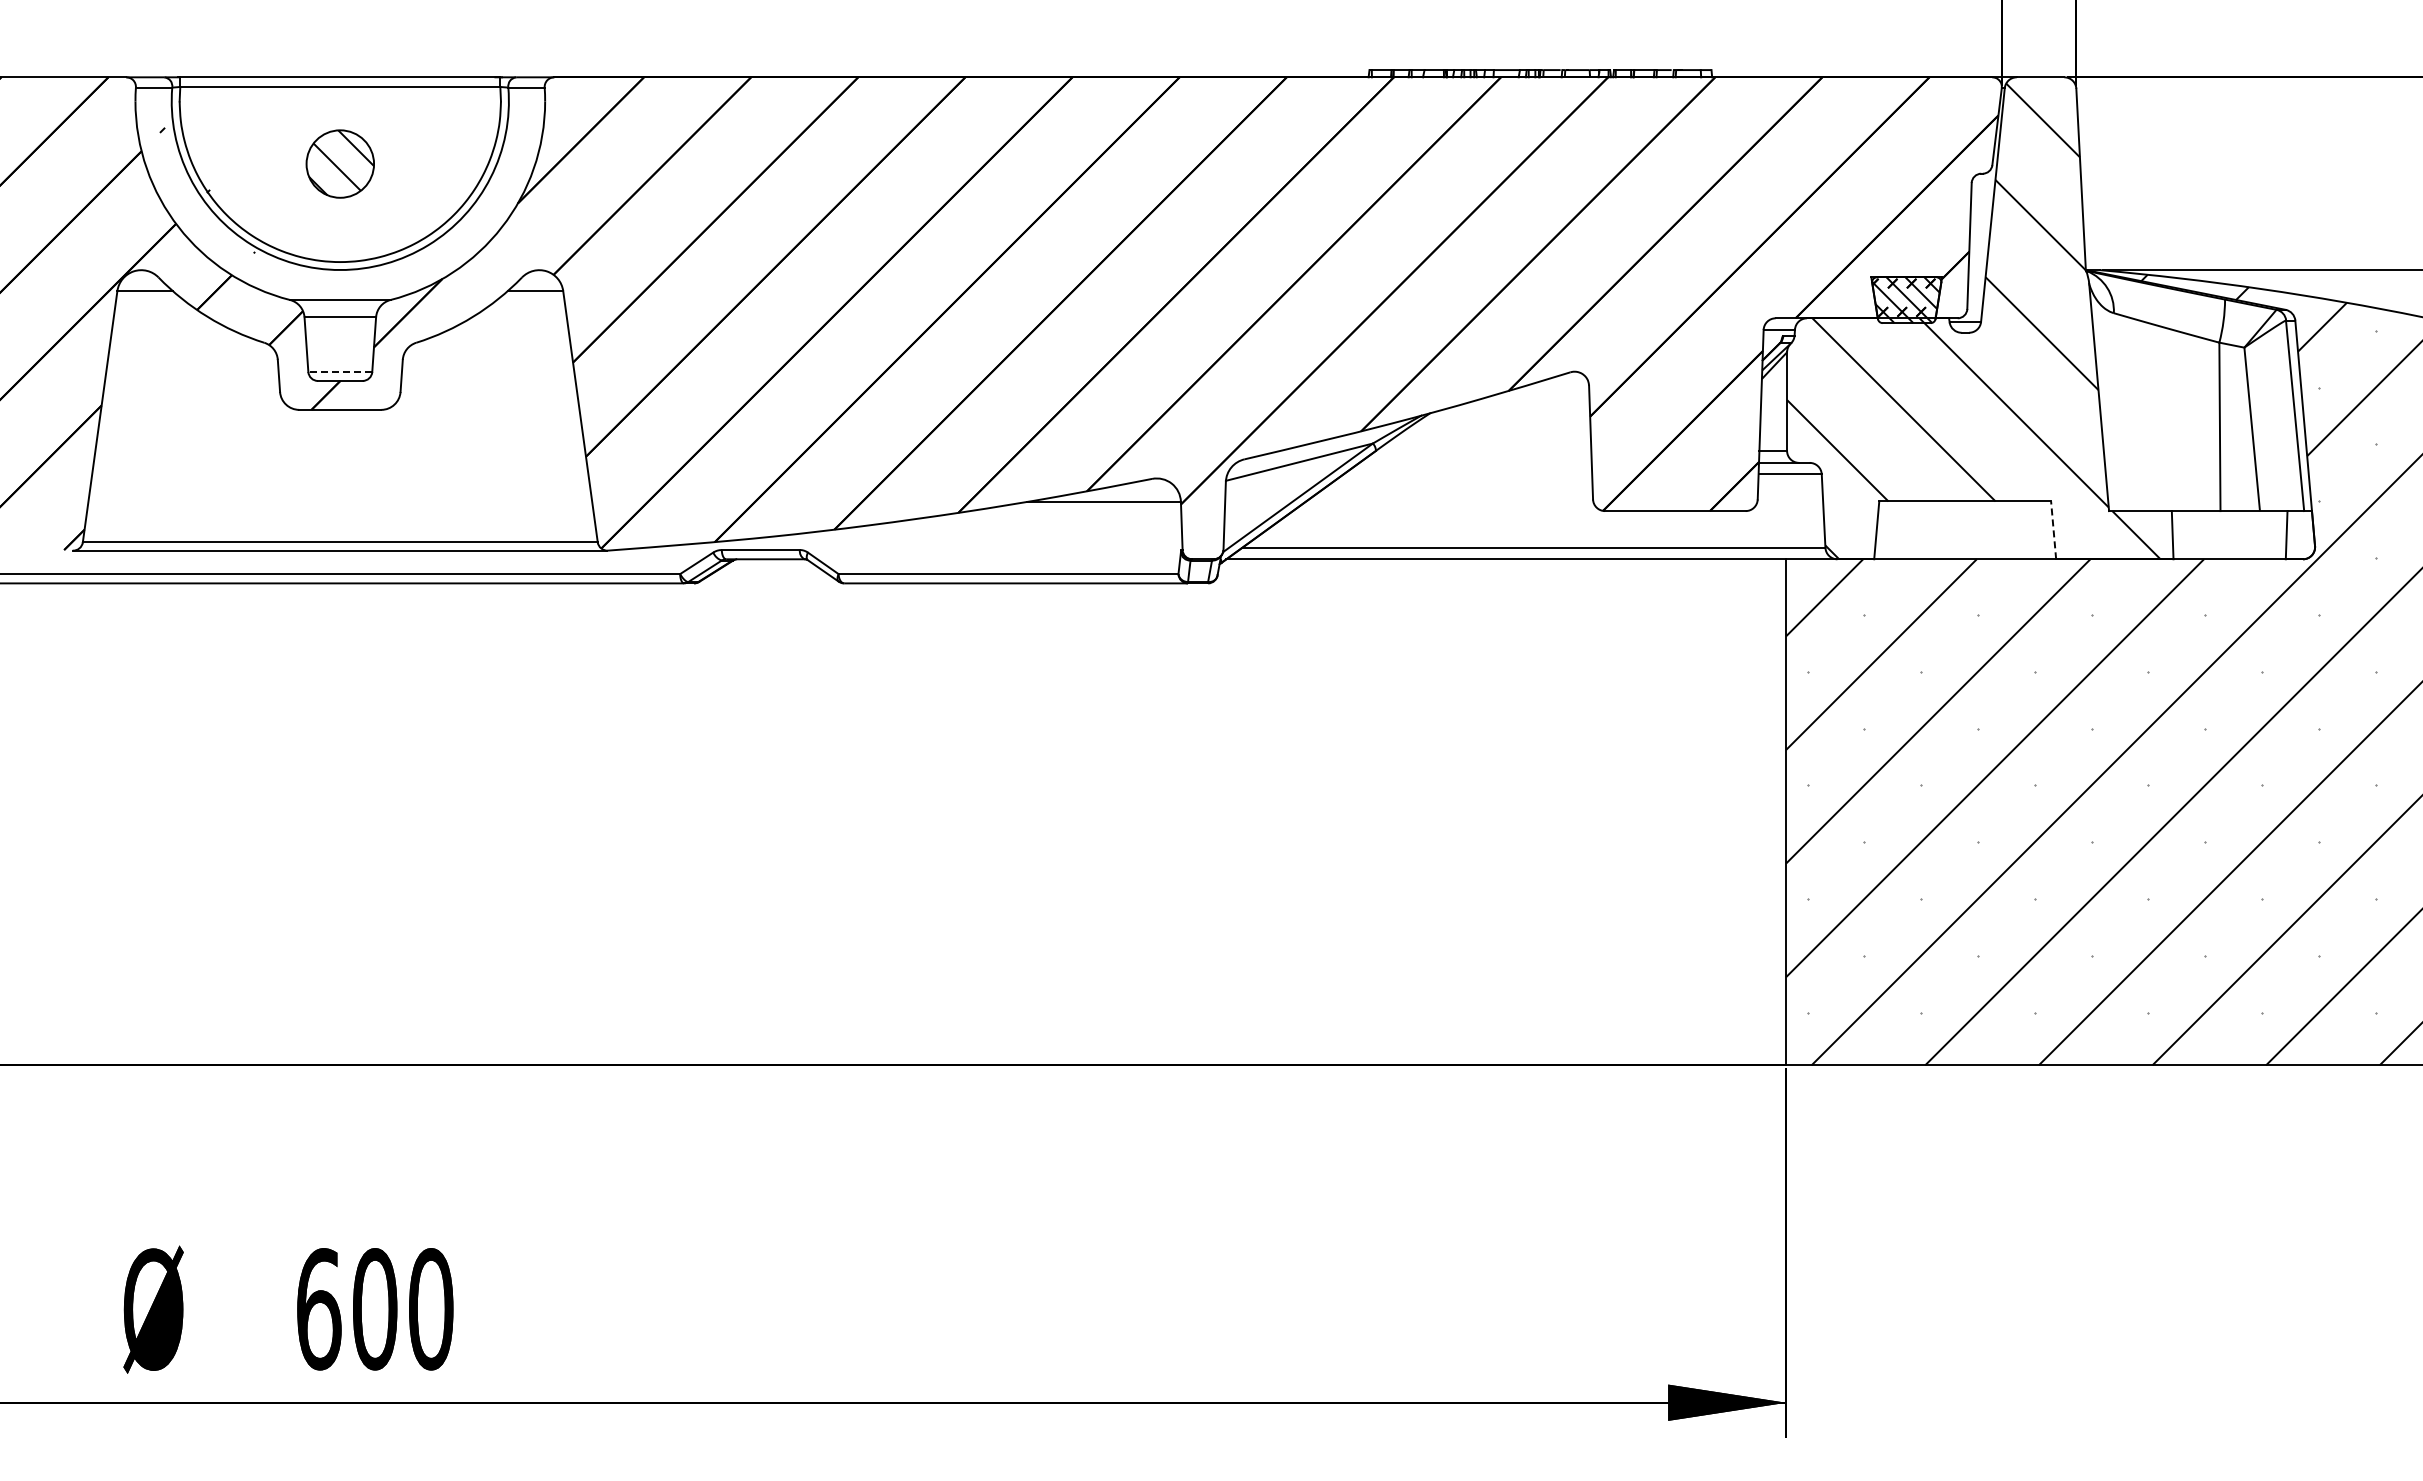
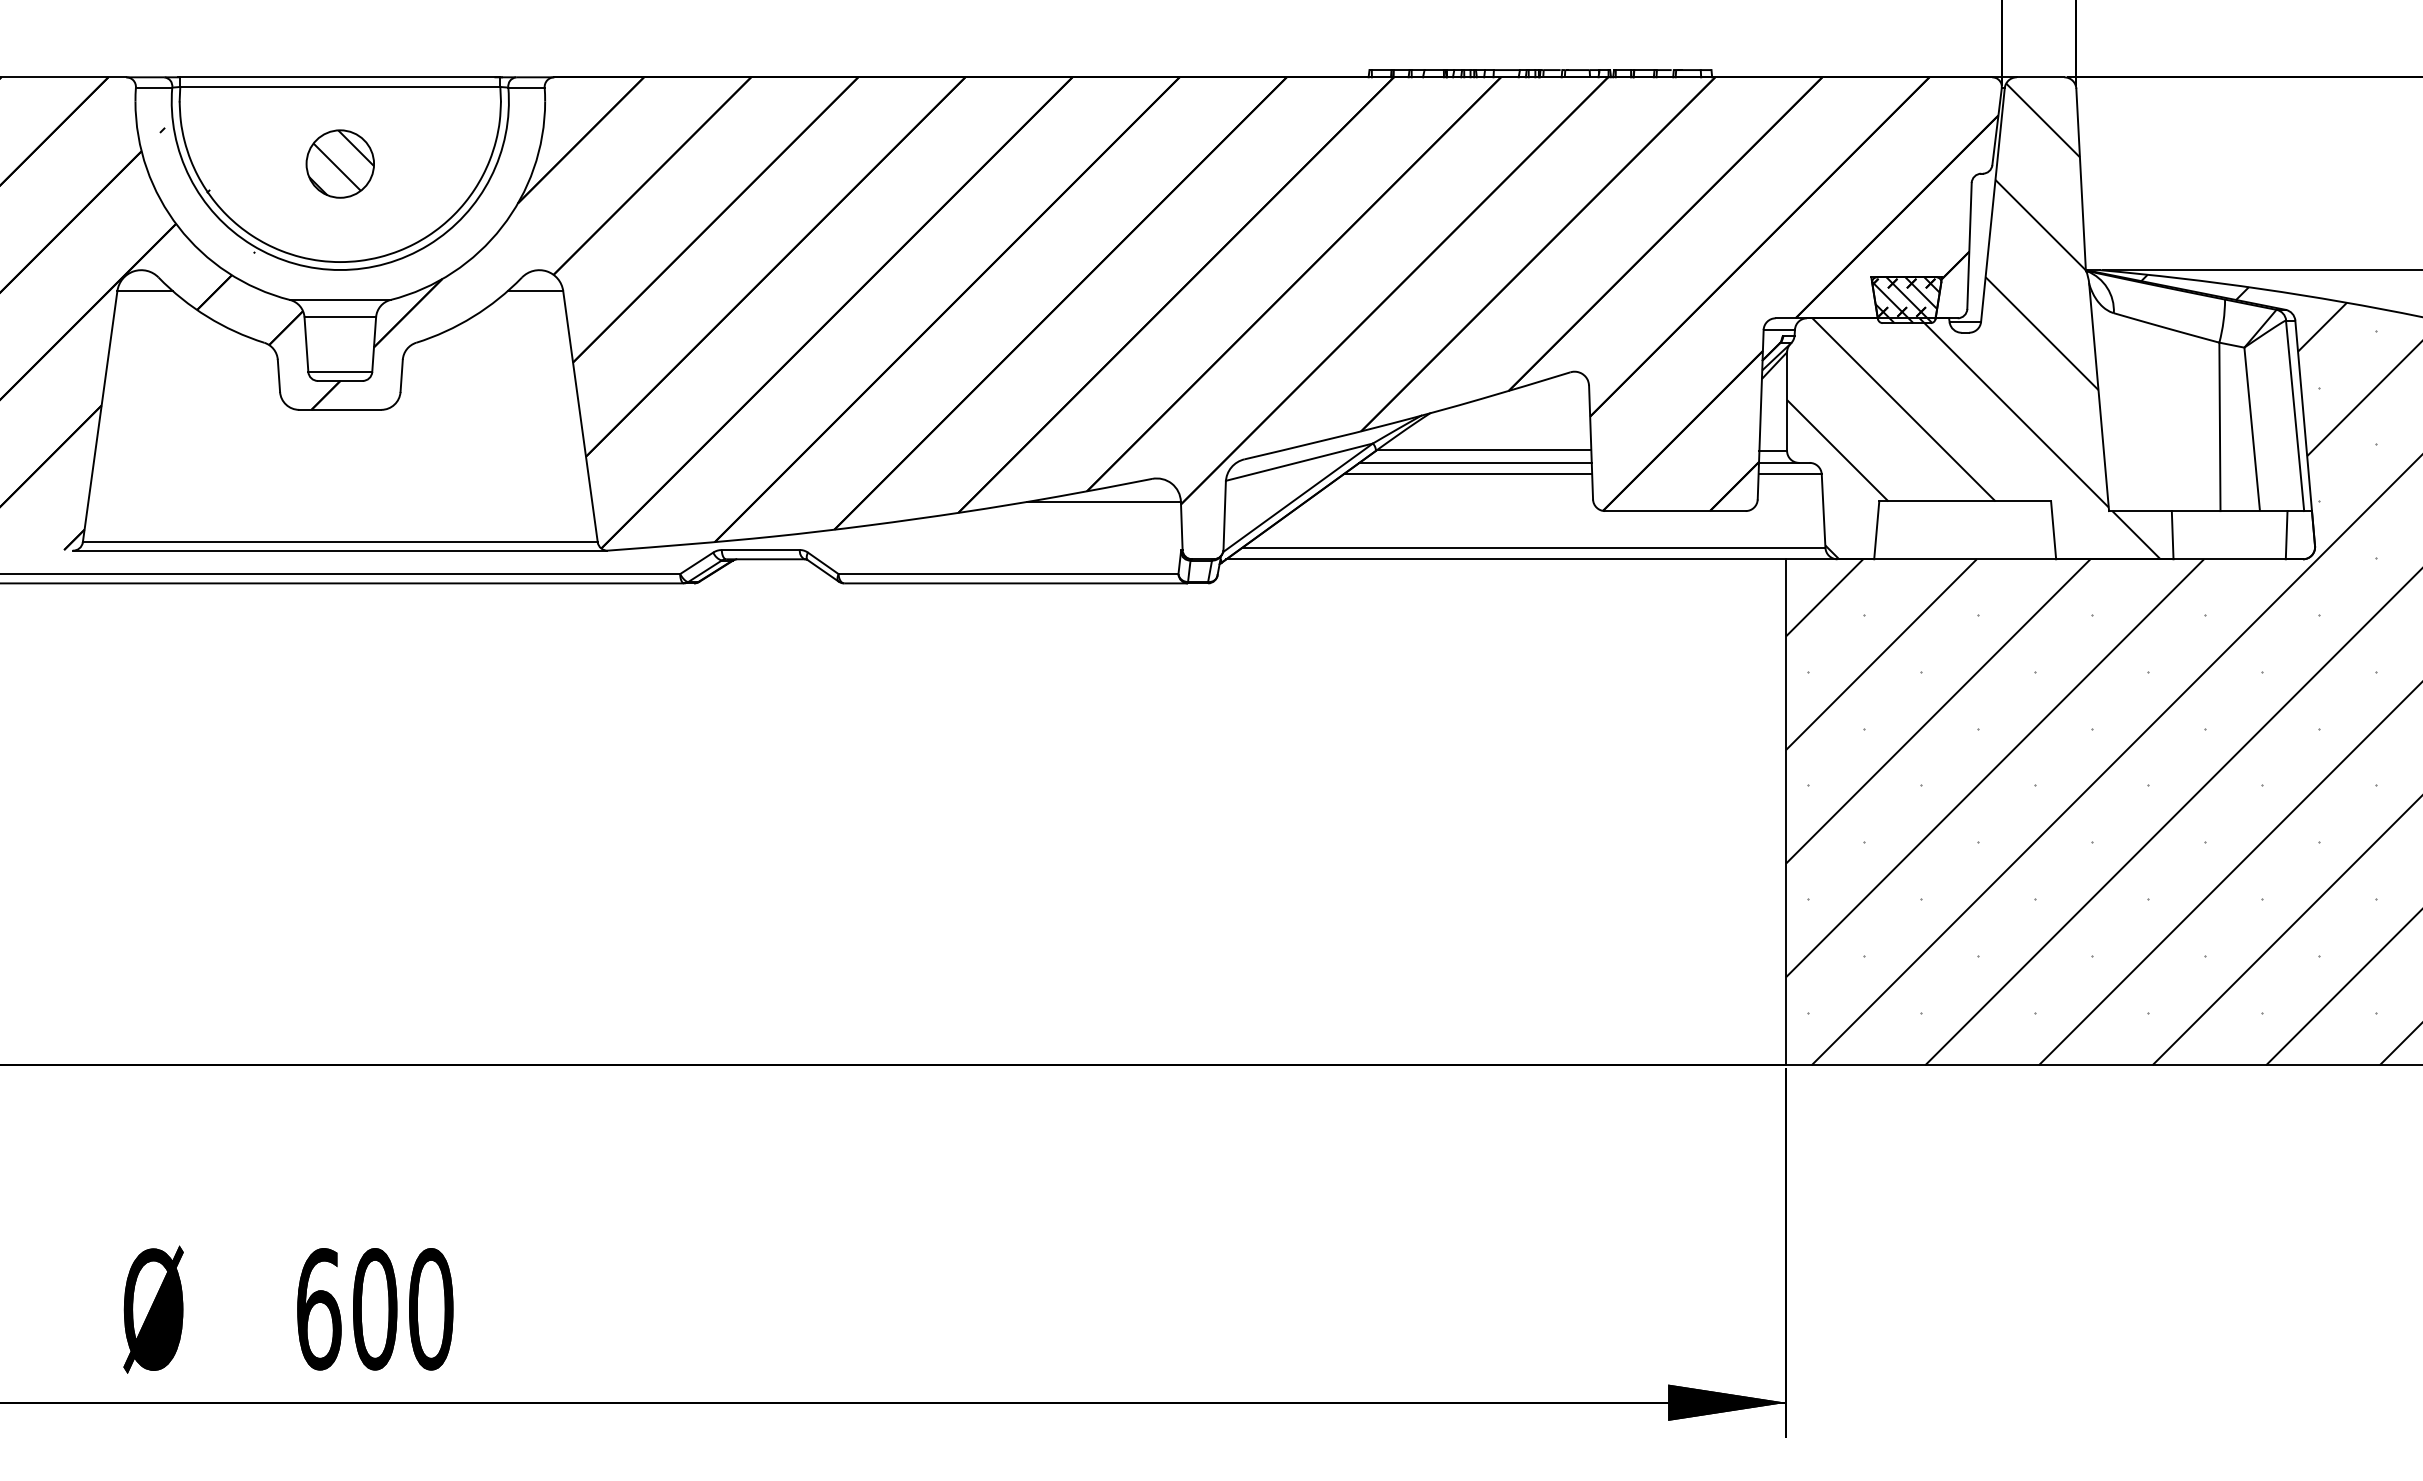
line at (340, 372): dashed -> solid
line at (1484, 450): none -> present
line at (1475, 462): none -> present
line at (1467, 474): none -> present
line at (2053, 529): dashed -> solid
